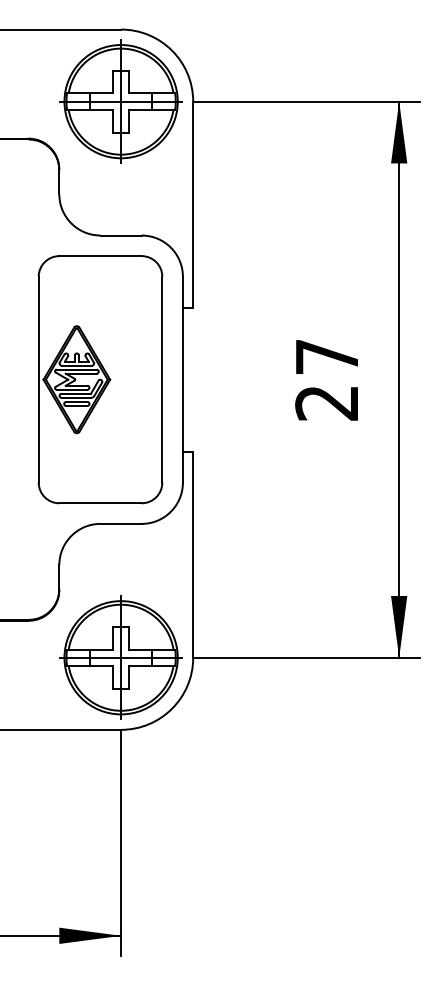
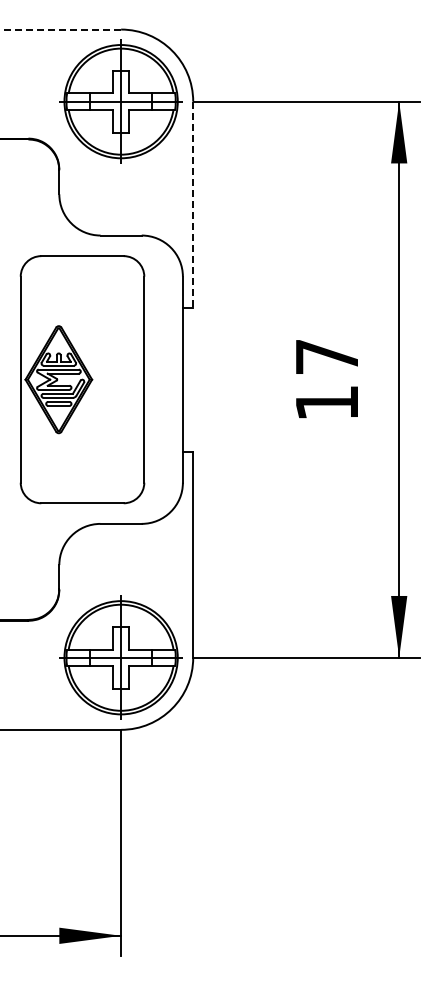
line at (60, 29): solid -> dashed
line at (193, 204): solid -> dashed
part at (100, 379) position: (100, 379) -> (82, 379)
text at (326, 403): 27 -> 17
